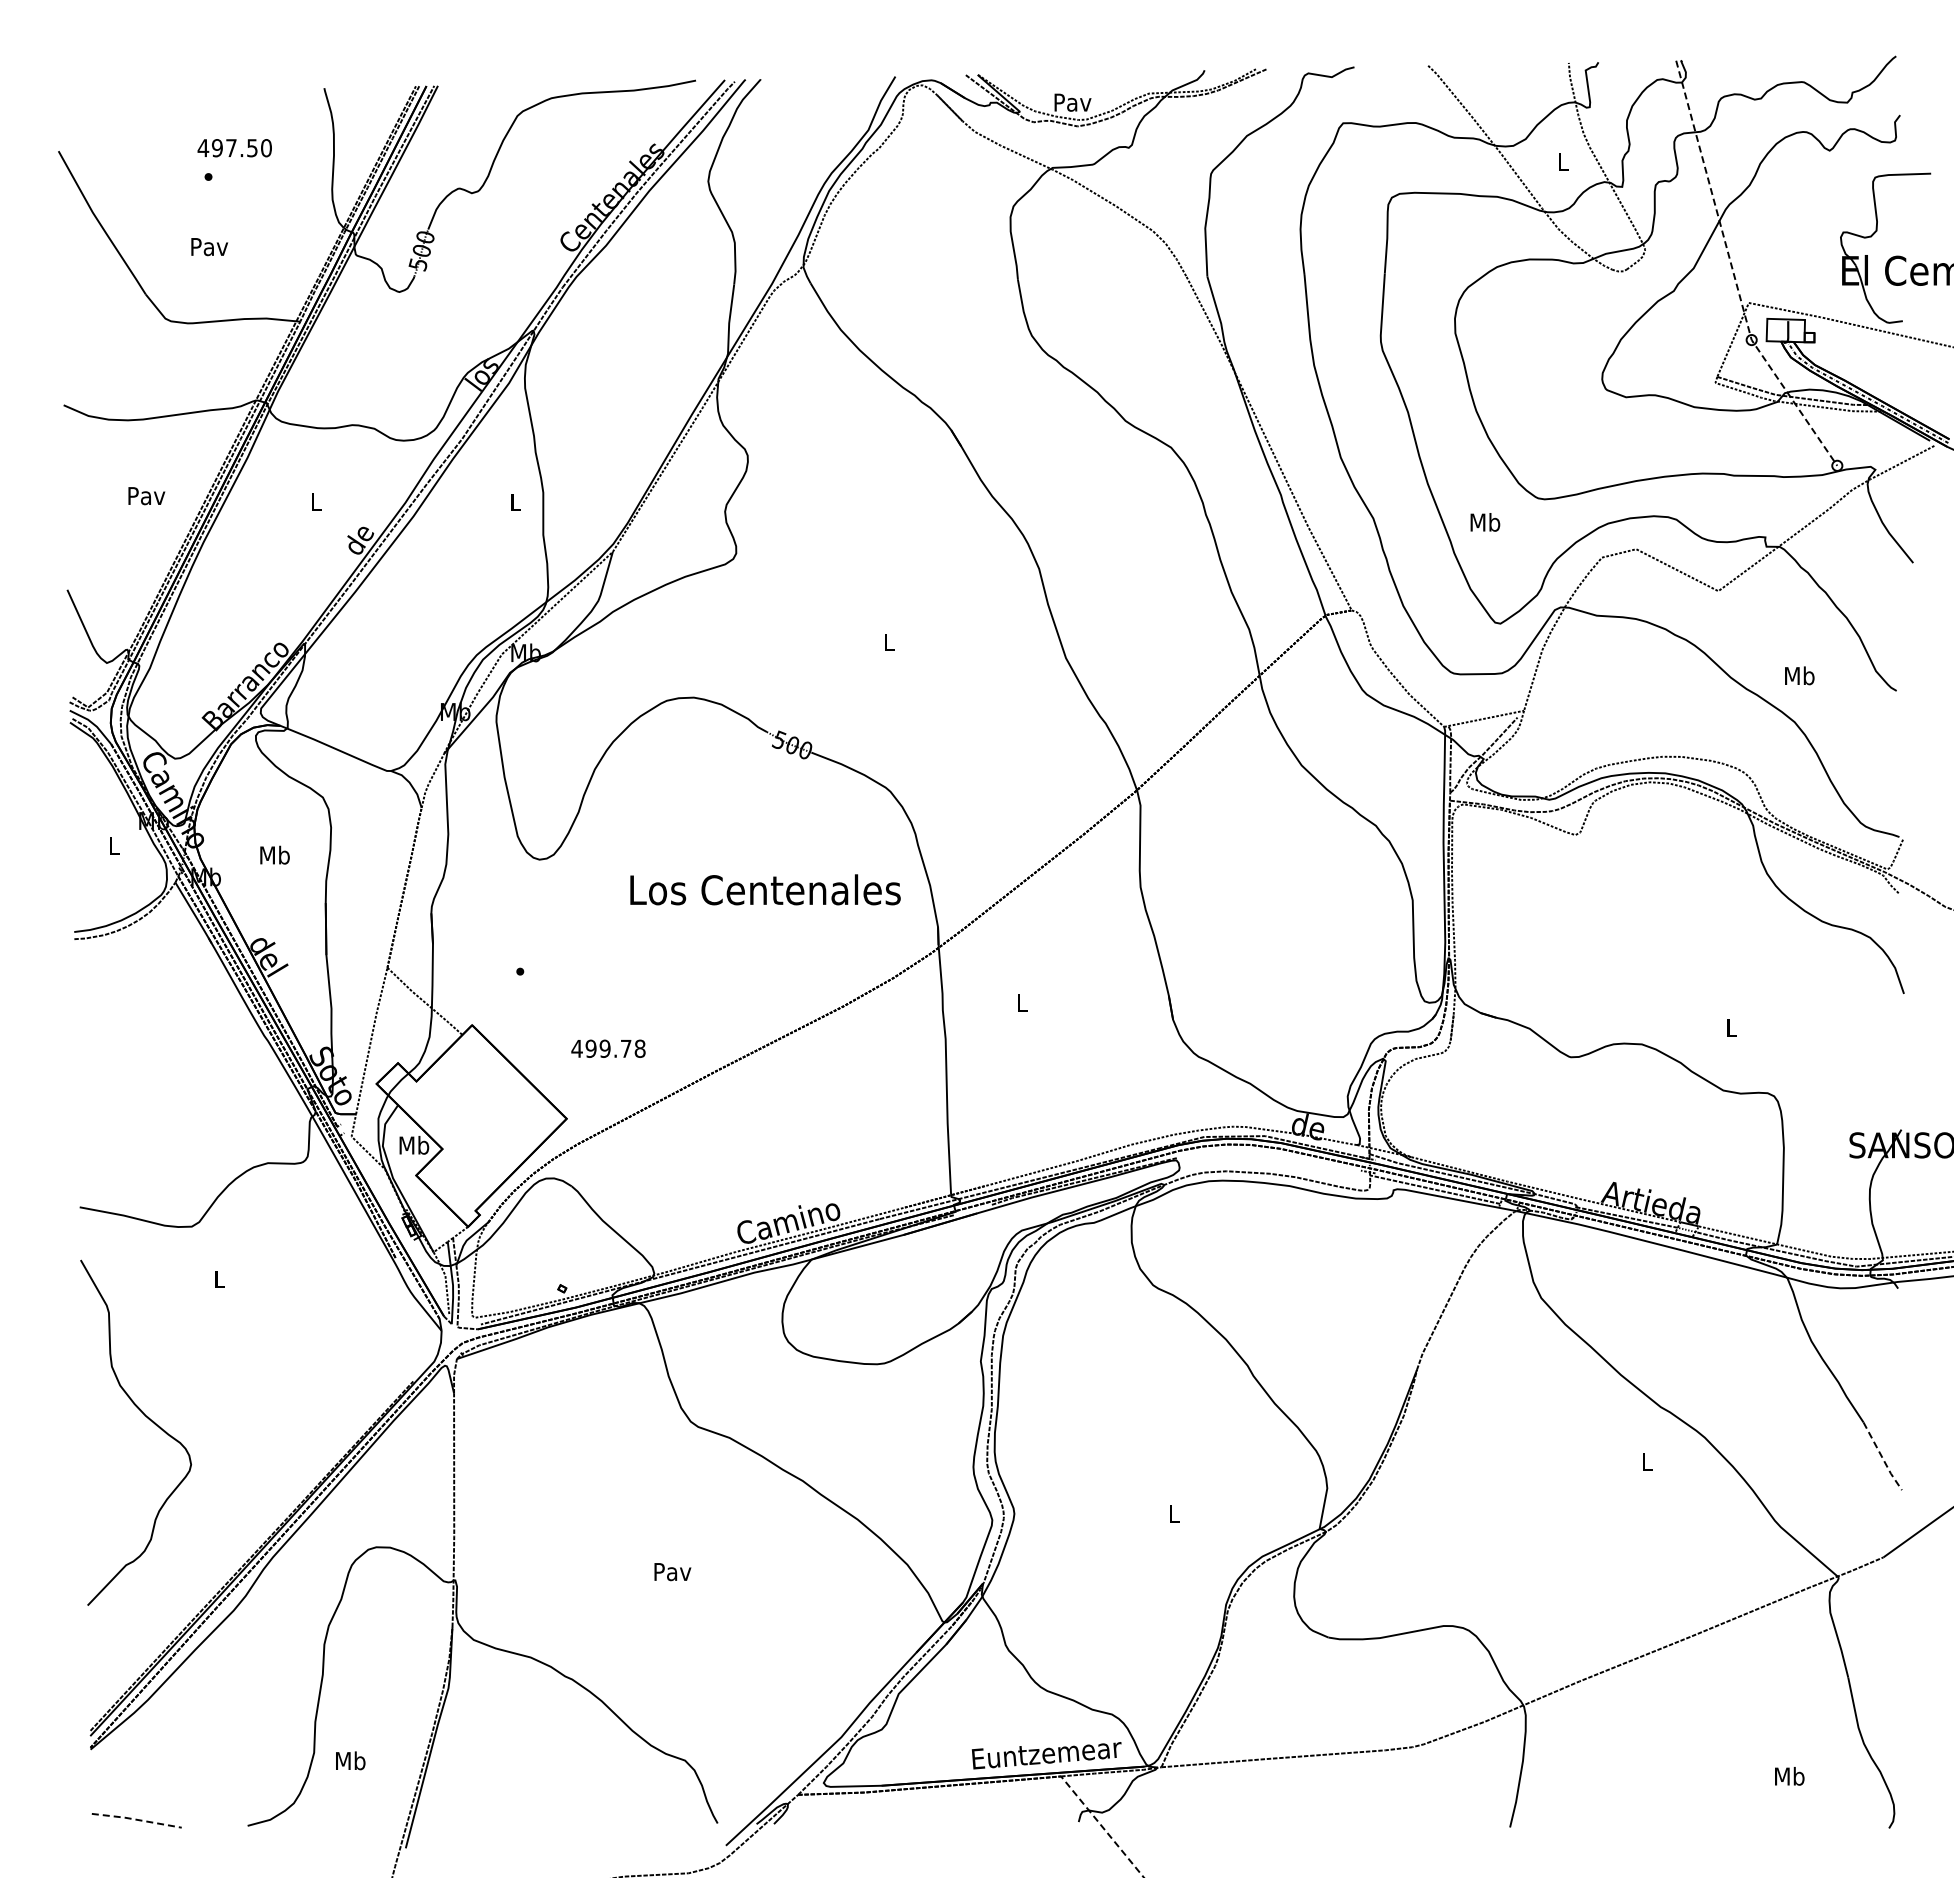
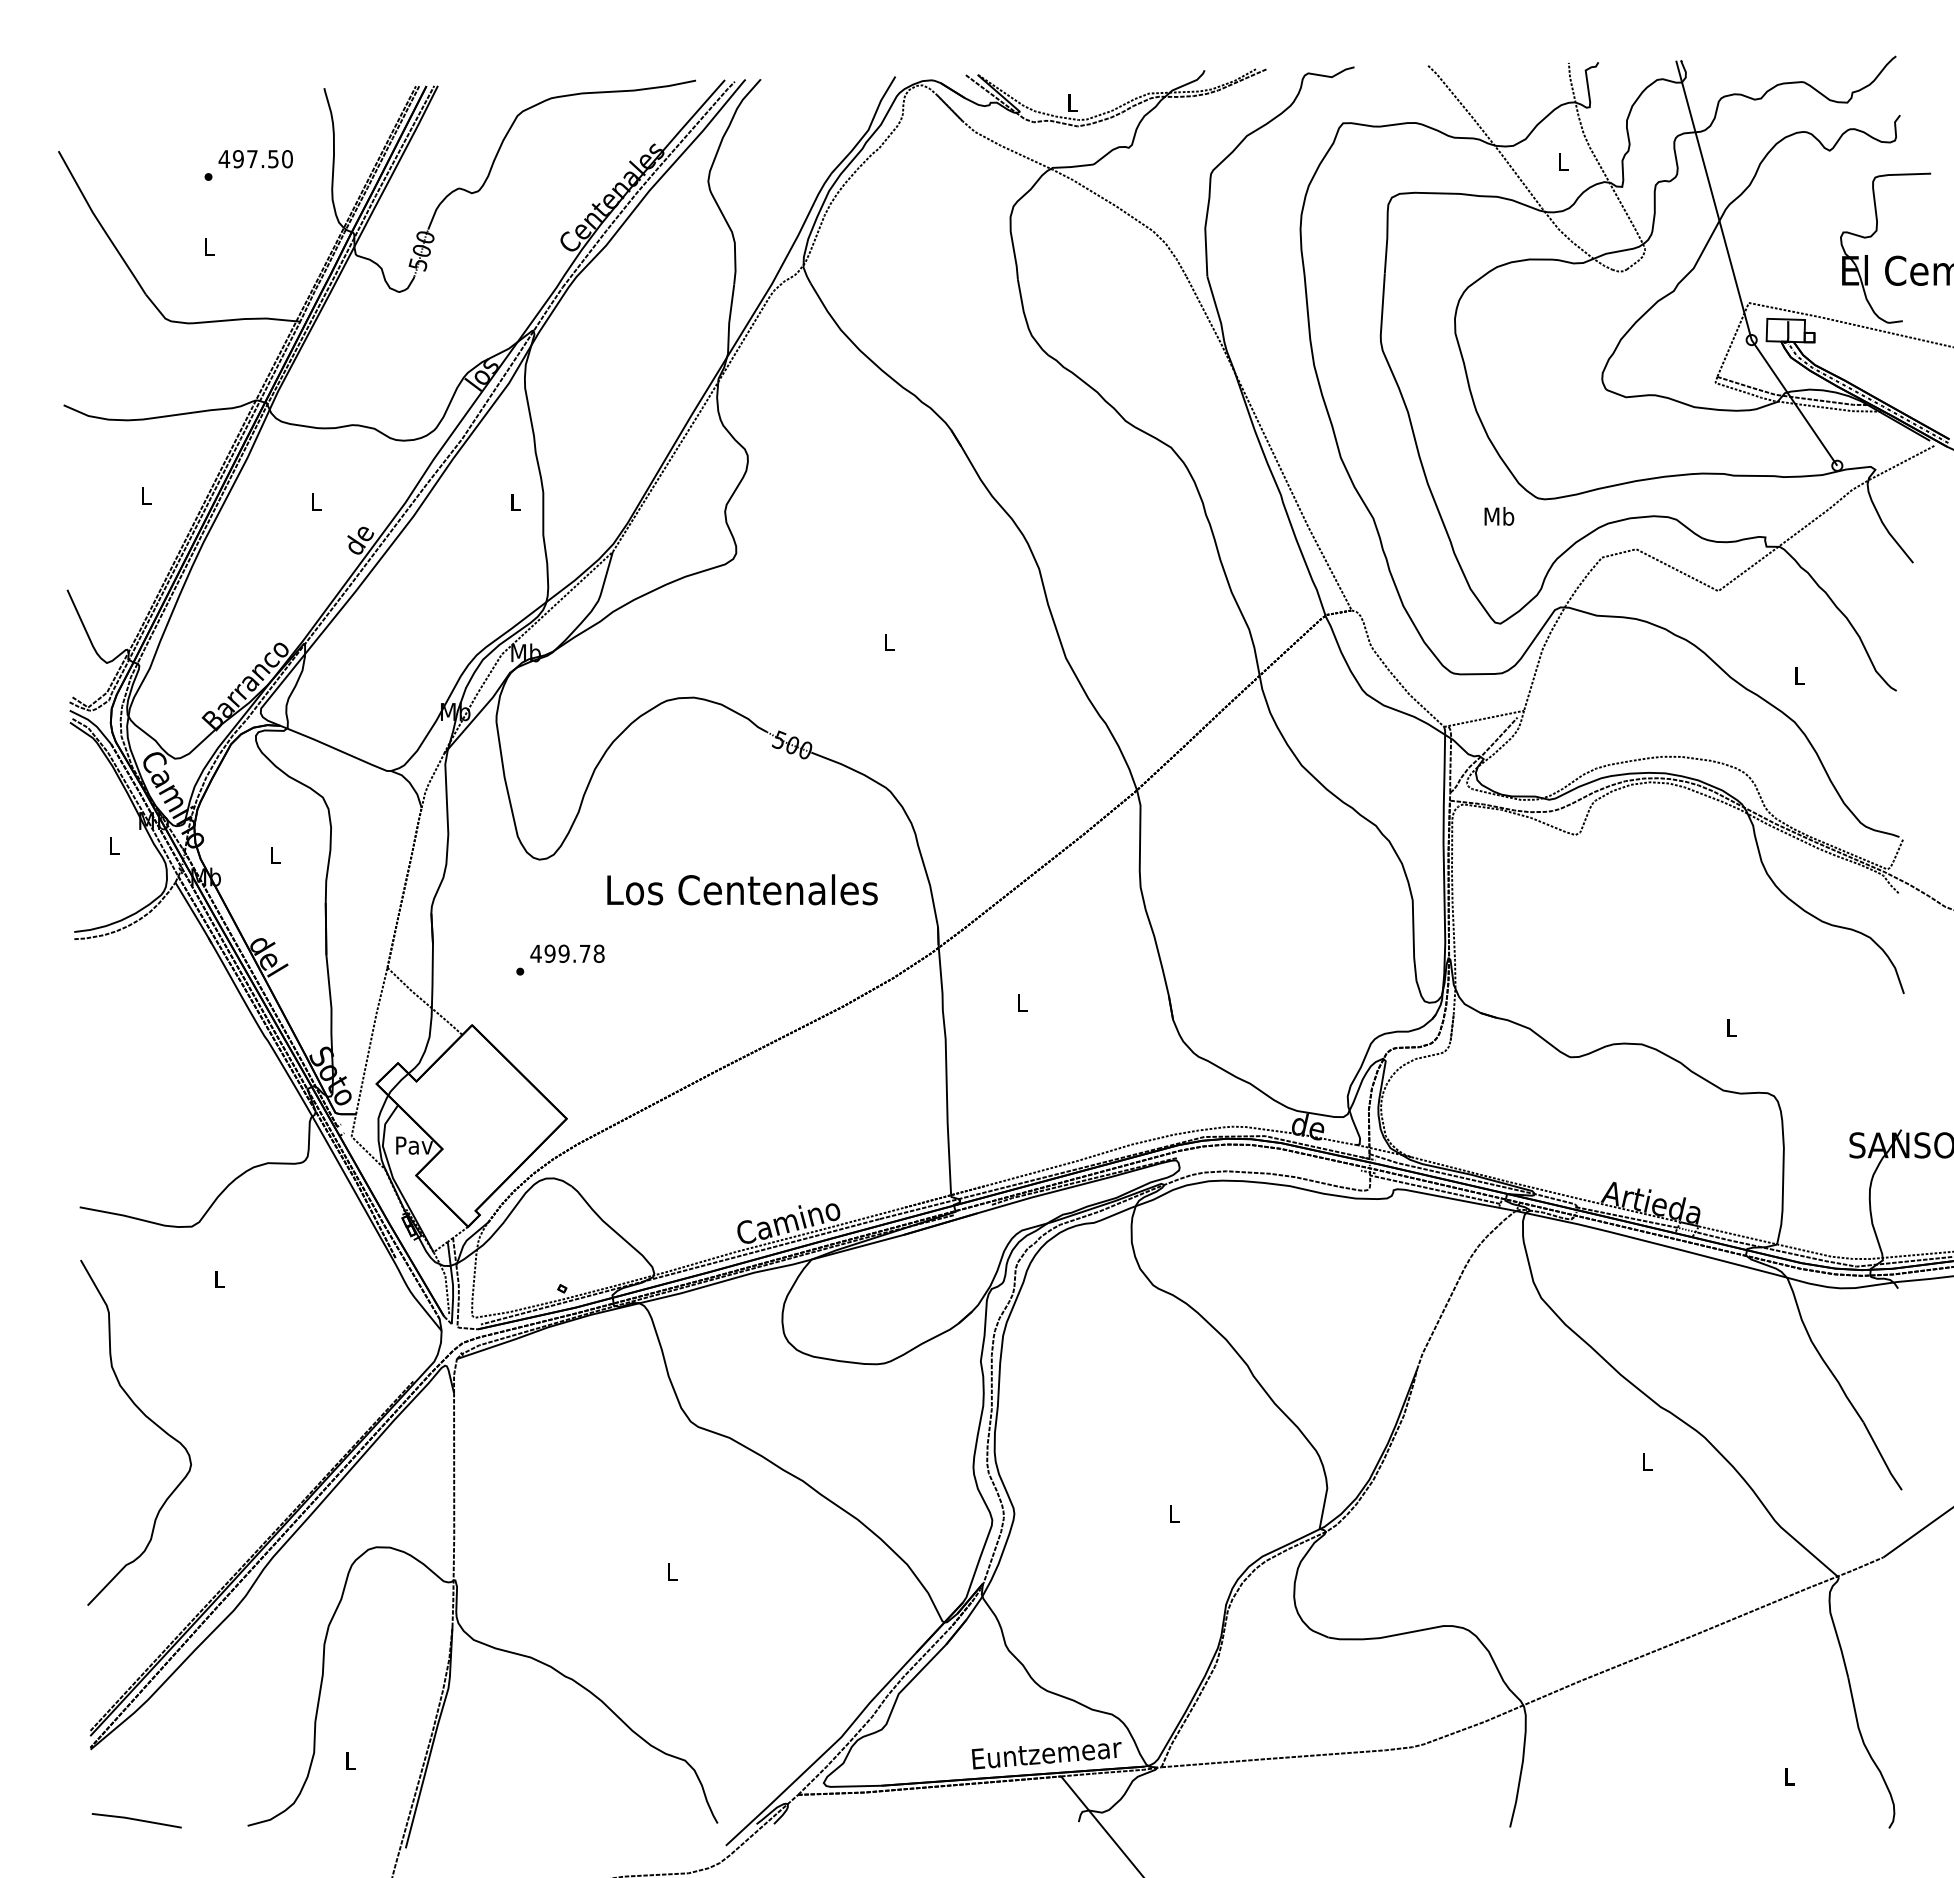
text at (1072, 102): Pav -> L
text at (234, 148) position: (234, 148) -> (255, 159)
text at (209, 247): Pav -> L
line at (1733, 274): dashed -> solid
text at (146, 496): Pav -> L
text at (1485, 522) position: (1485, 522) -> (1499, 516)
text at (1799, 675): Mb -> L
text at (274, 854): Mb -> L
text at (765, 889) position: (765, 889) -> (742, 889)
text at (608, 1048) position: (608, 1048) -> (567, 953)
text at (414, 1144): Mb -> Pav
line at (1882, 1457): dashed -> solid
text at (672, 1572): Pav -> L
text at (350, 1760): Mb -> L
text at (1789, 1776): Mb -> L
line at (136, 1819): dashed -> solid
line at (1102, 1826): dashed -> solid
